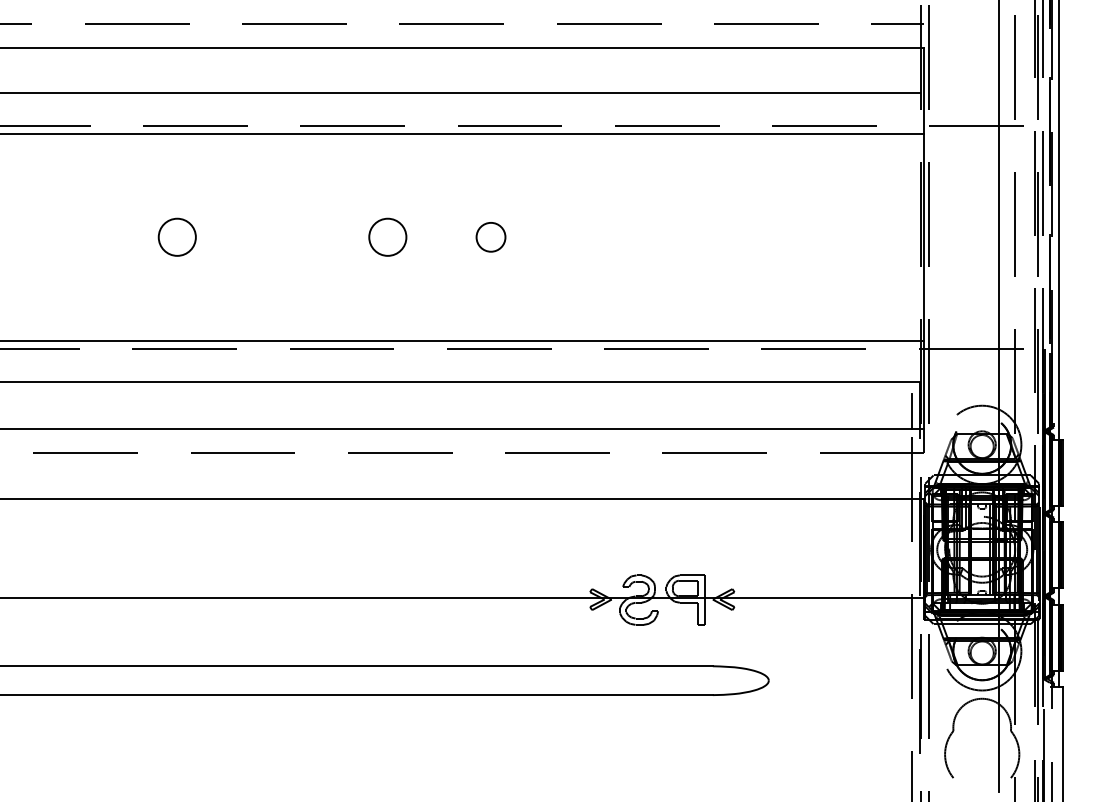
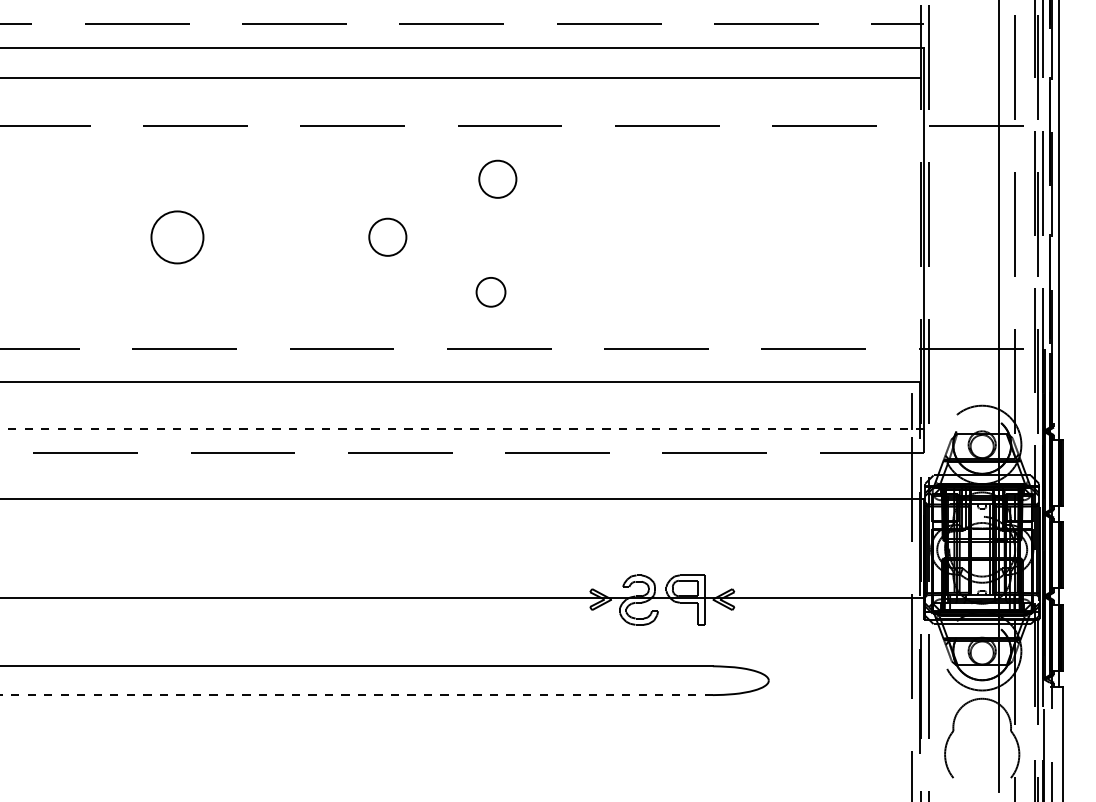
line at (461, 92) position: (461, 92) -> (461, 77)
line at (463, 134): present -> none
circle at (497, 178): none -> present
circle at (176, 236) size: 40x40 px -> 55x55 px
circle at (490, 237) position: (490, 237) -> (490, 292)
line at (463, 340): present -> none
line at (462, 429): solid -> dashed
line at (356, 695): solid -> dashed
